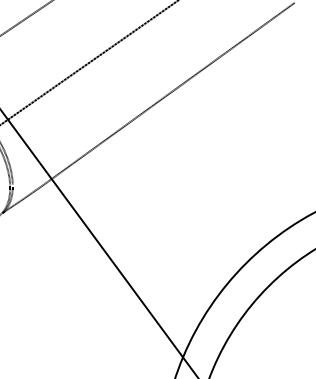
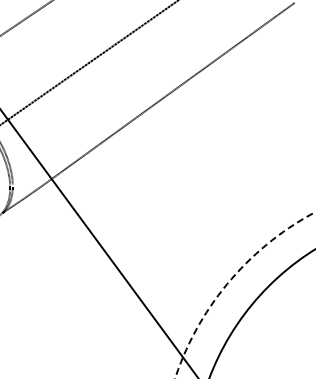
circle at (245, 295): solid -> dashed
